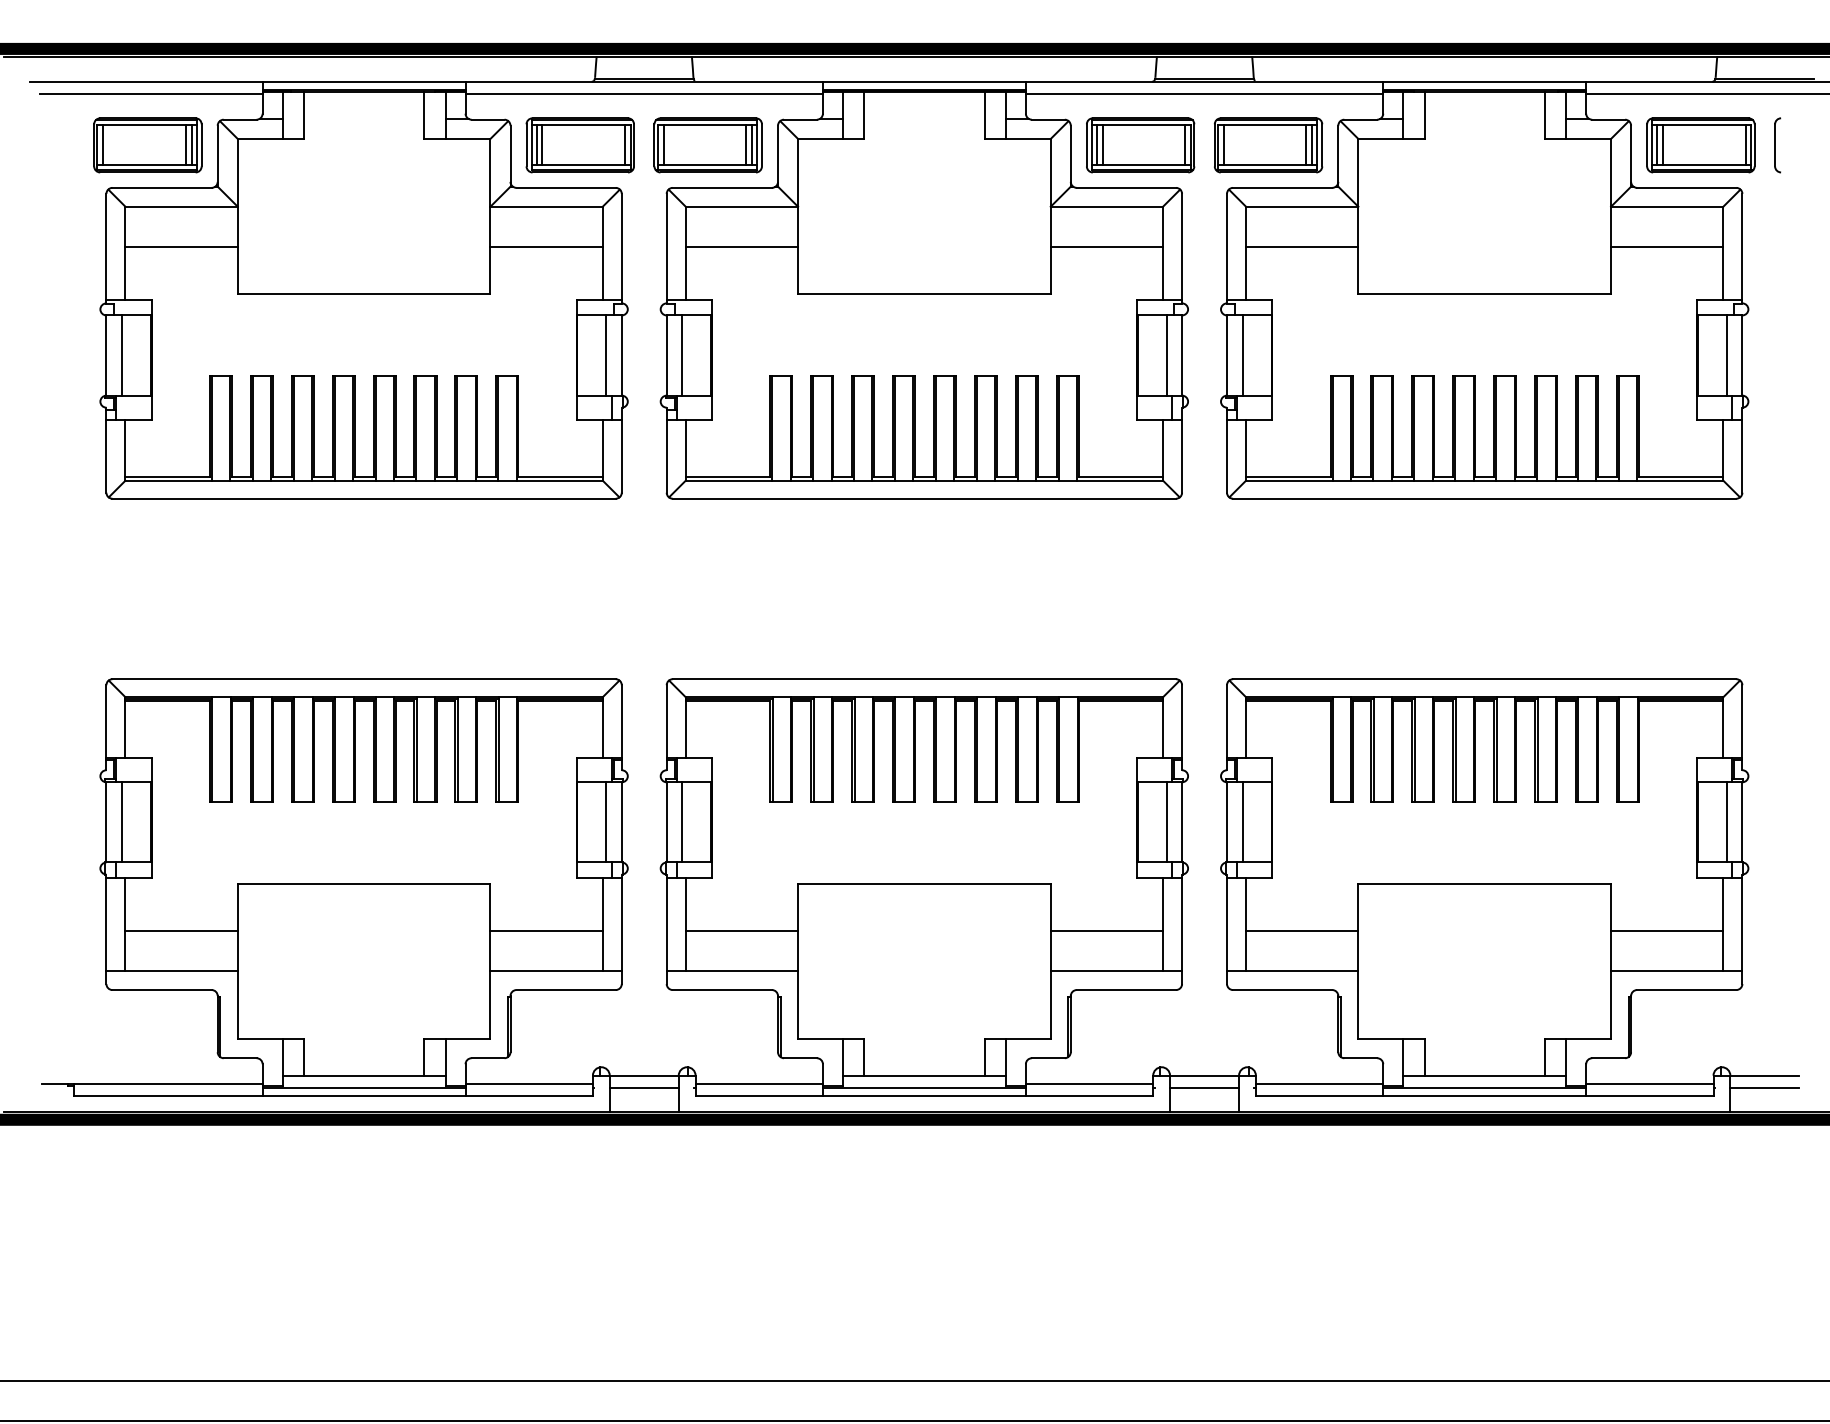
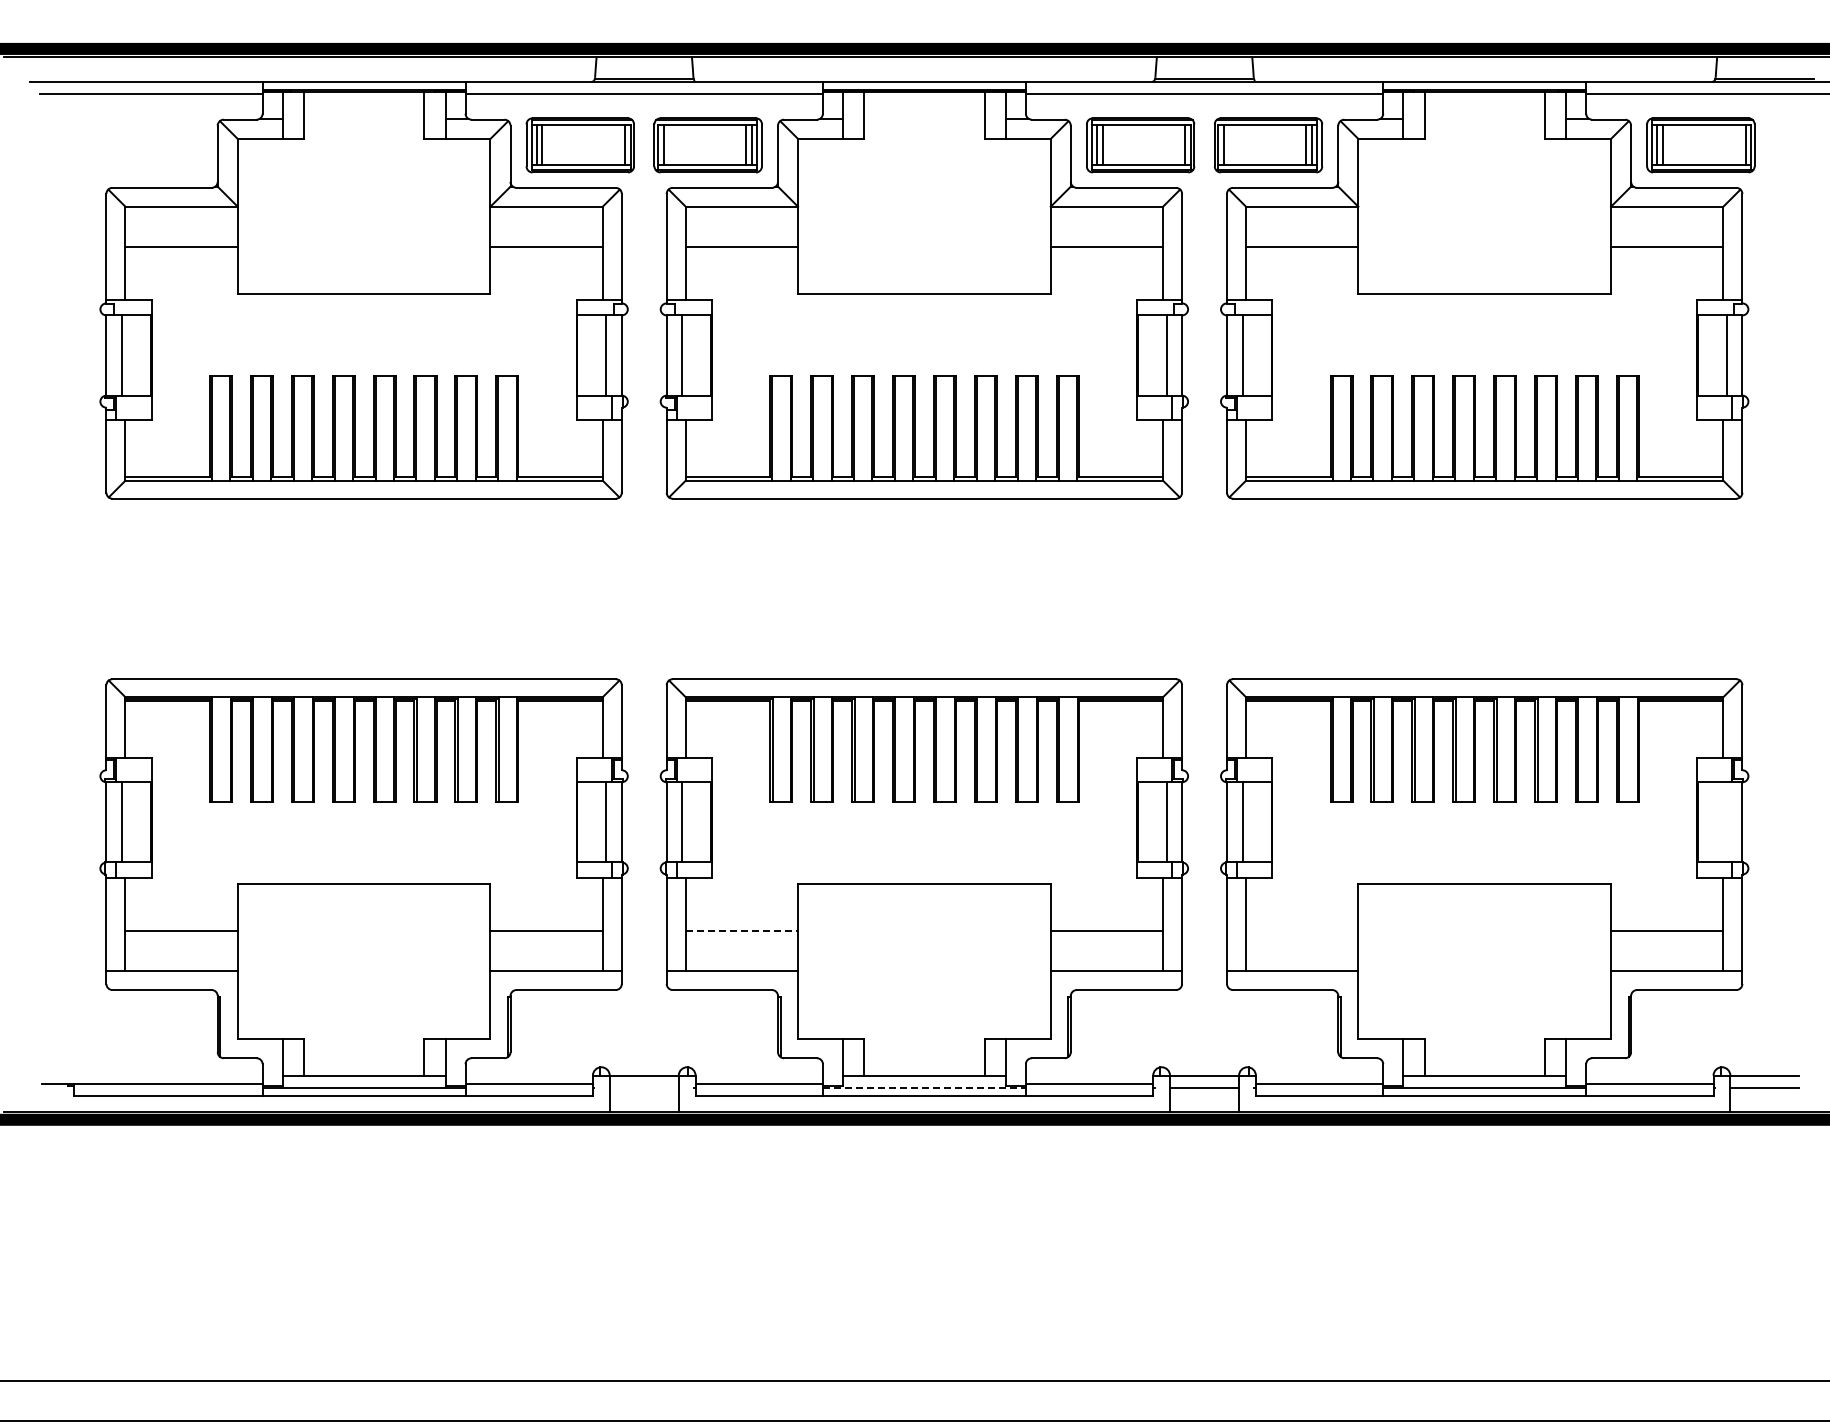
part at (147, 145): present -> none
part at (1777, 145): present -> none
line at (1726, 822): present -> none
line at (742, 931): solid -> dashed
line at (1302, 931): present -> none
line at (643, 1087): present -> none
line at (924, 1087): solid -> dashed
